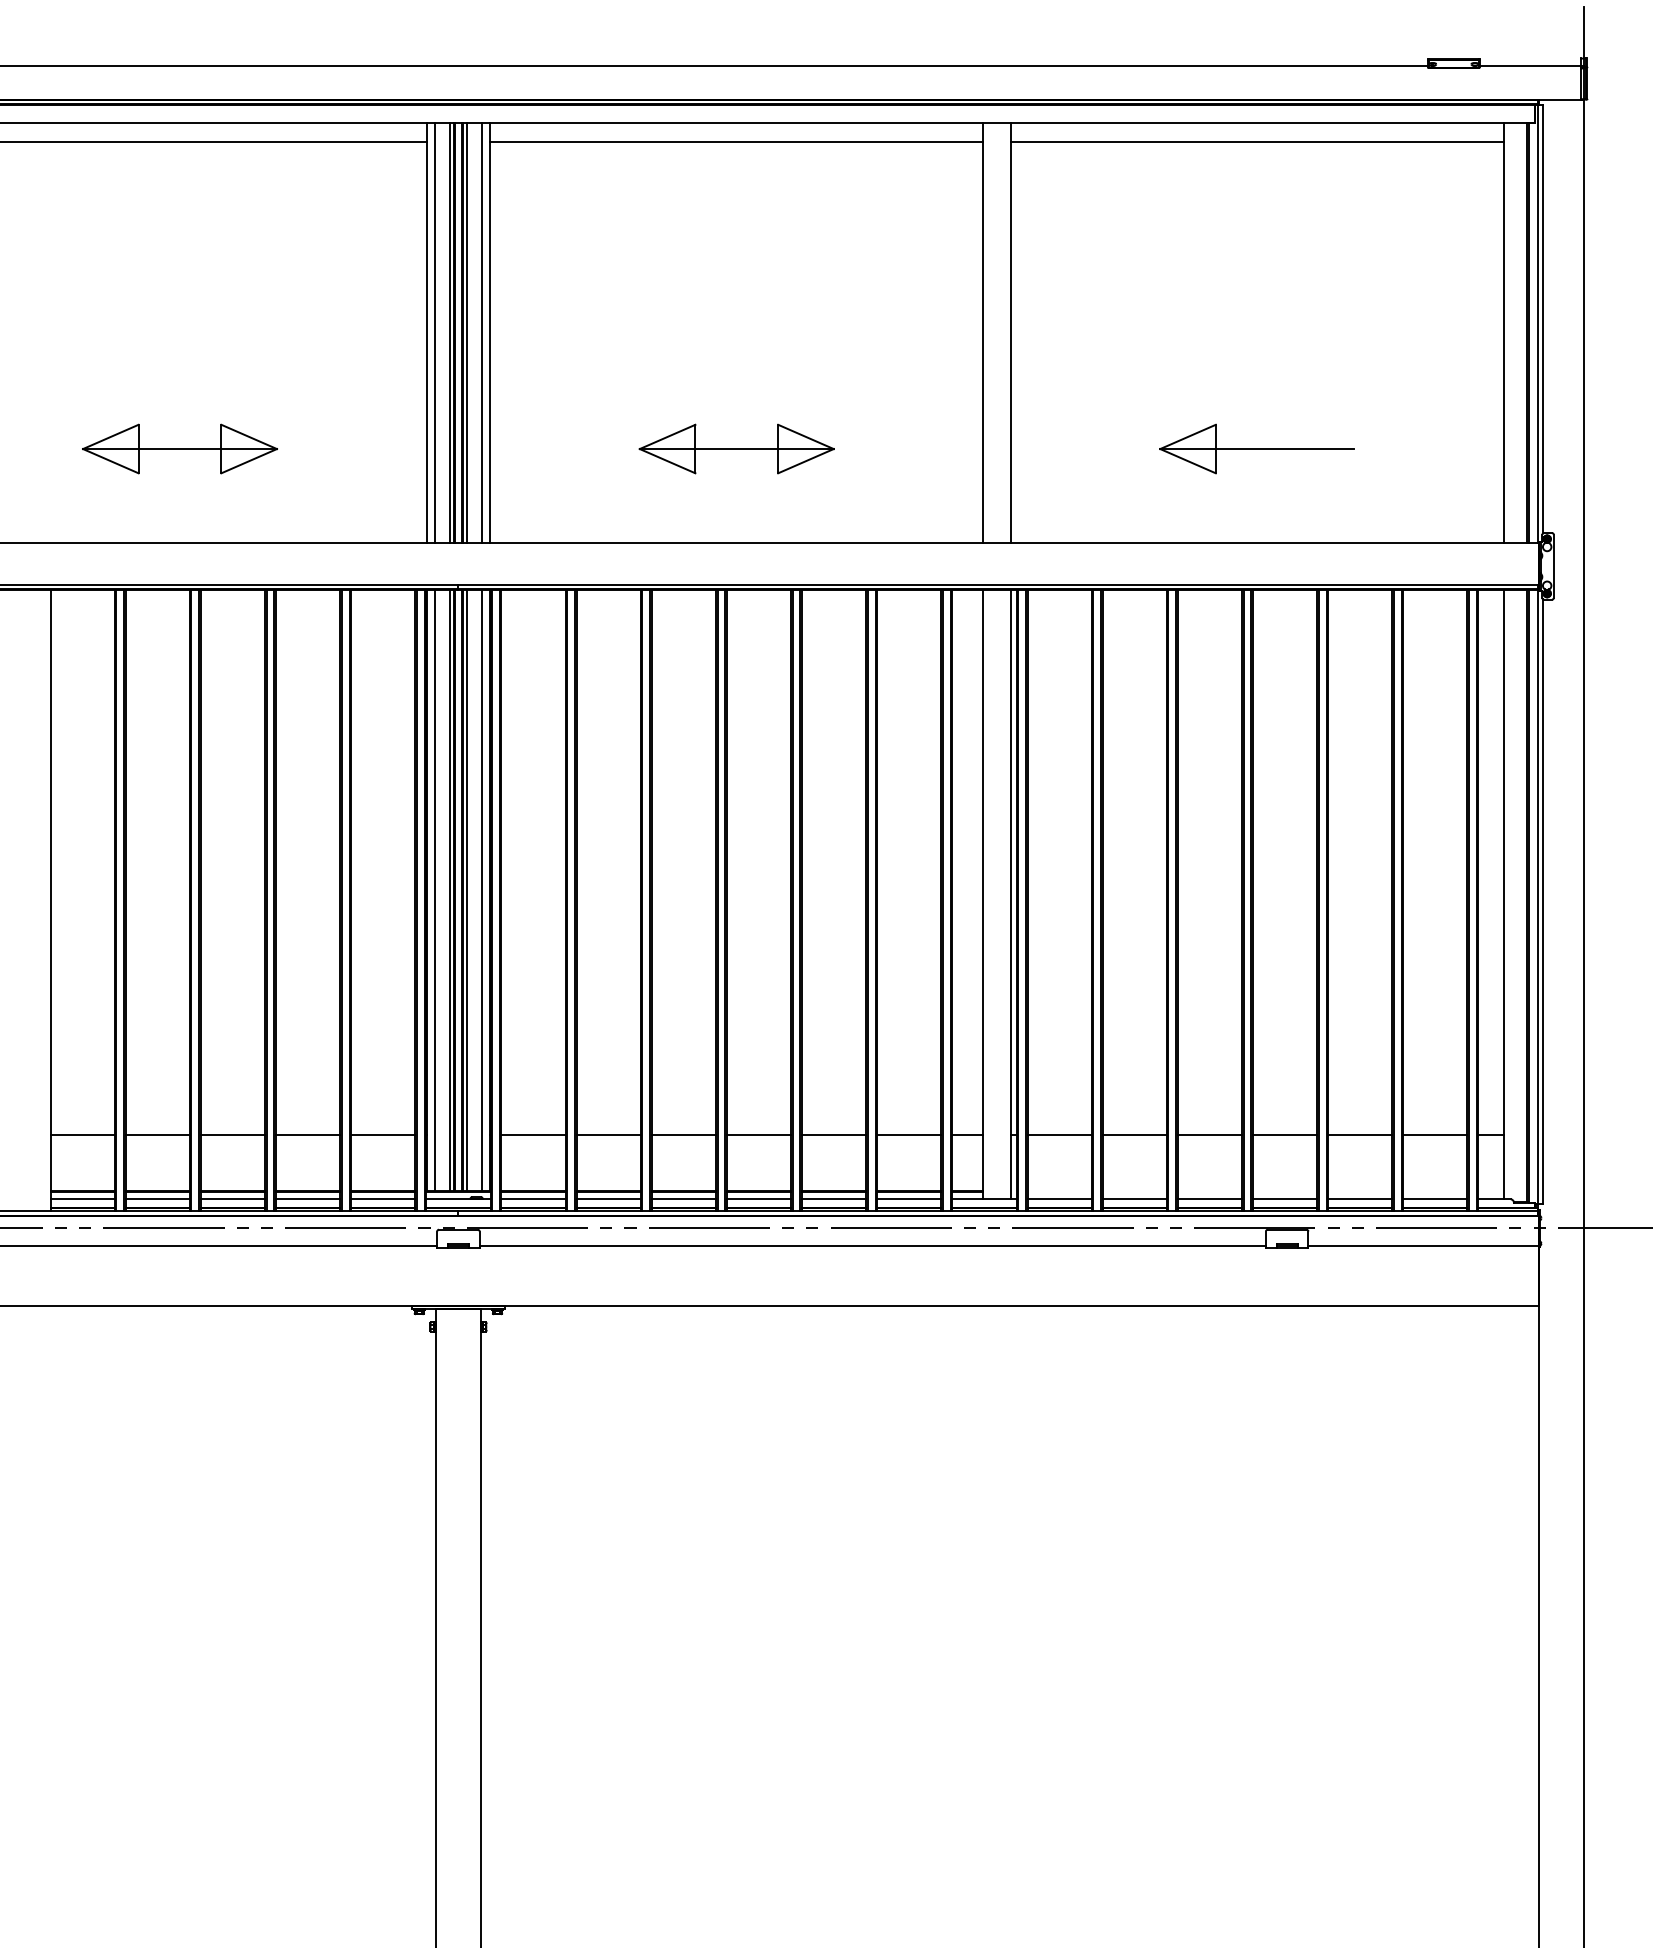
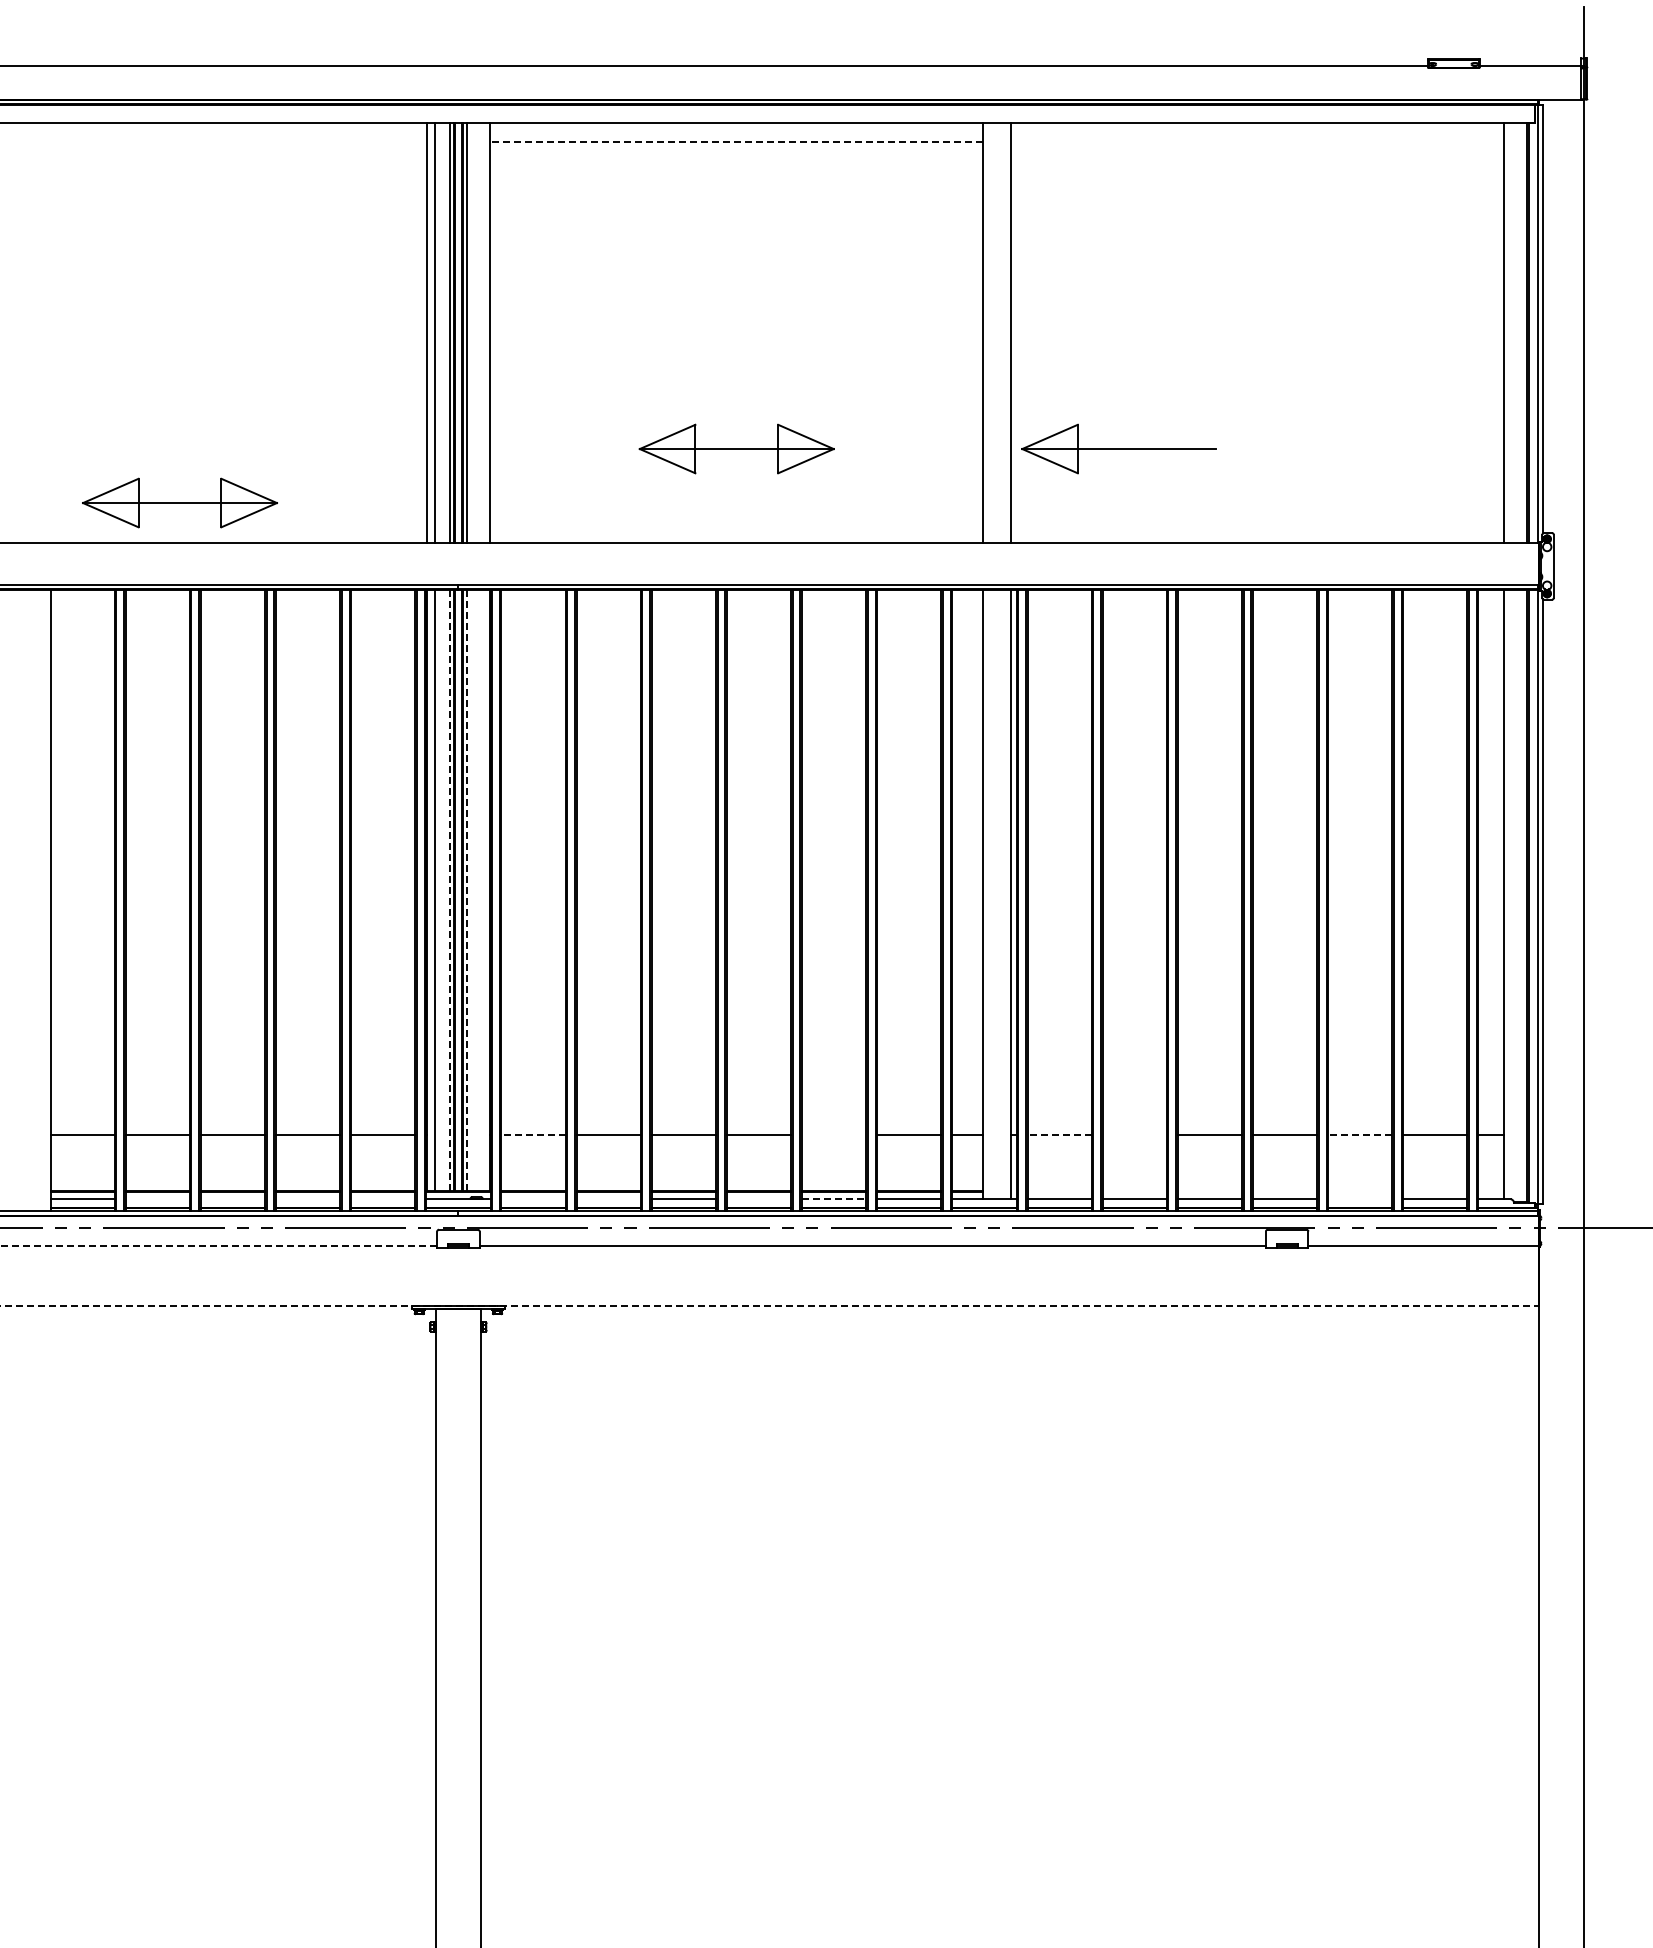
line at (214, 142): present -> none
line at (736, 142): solid -> dashed
line at (1256, 142): present -> none
line at (482, 332): present -> none
part at (179, 448) position: (179, 448) -> (179, 502)
part at (1256, 448) position: (1256, 448) -> (1118, 448)
line at (449, 890): solid -> dashed
line at (467, 890): solid -> dashed
line at (482, 890): present -> none
line at (533, 1134): solid -> dashed
line at (834, 1134): present -> none
line at (1059, 1134): solid -> dashed
line at (1134, 1134): present -> none
line at (1359, 1134): solid -> dashed
line at (157, 1199): present -> none
line at (232, 1199): present -> none
line at (308, 1199): present -> none
line at (383, 1199): present -> none
line at (533, 1199): present -> none
line at (608, 1199): present -> none
line at (758, 1199): present -> none
line at (834, 1199): solid -> dashed
line at (1360, 1199): present -> none
line at (218, 1246): solid -> dashed
line at (769, 1306): solid -> dashed
